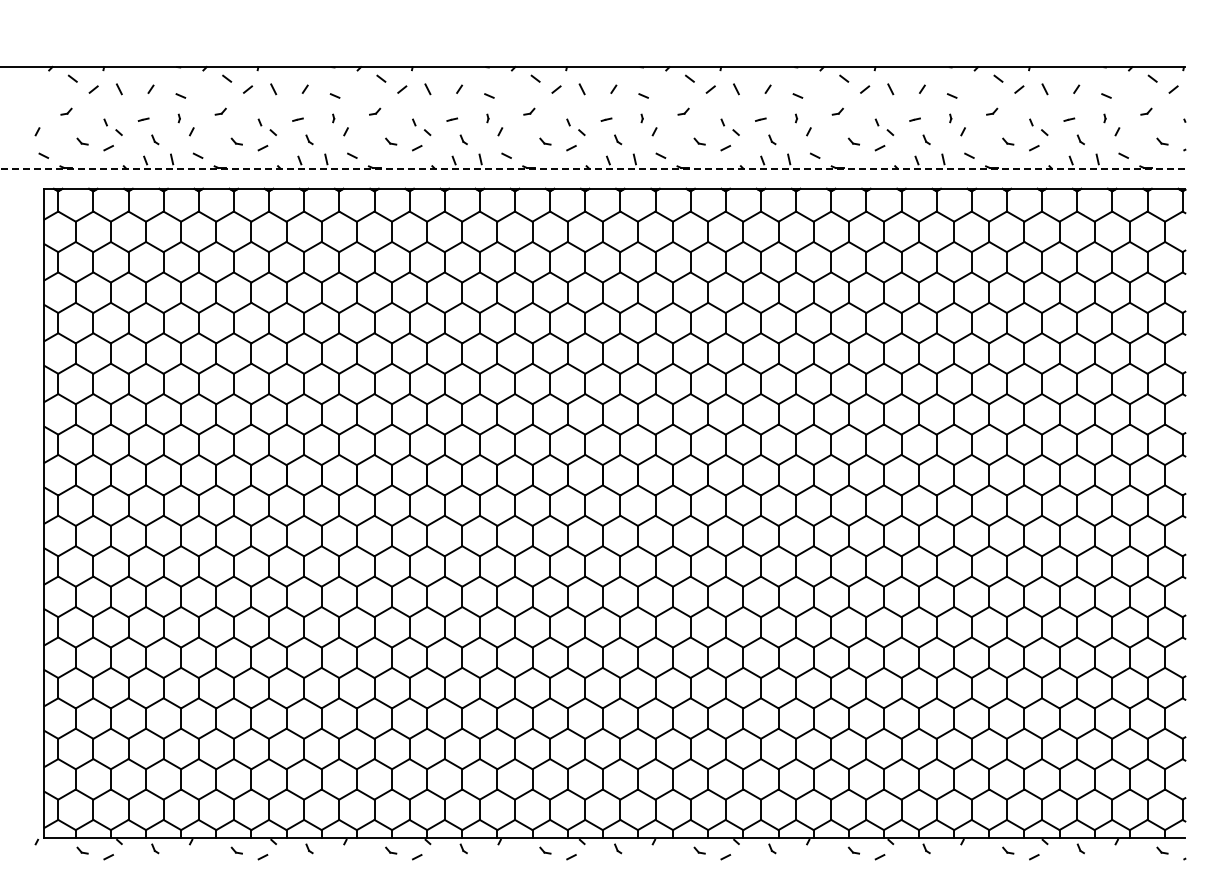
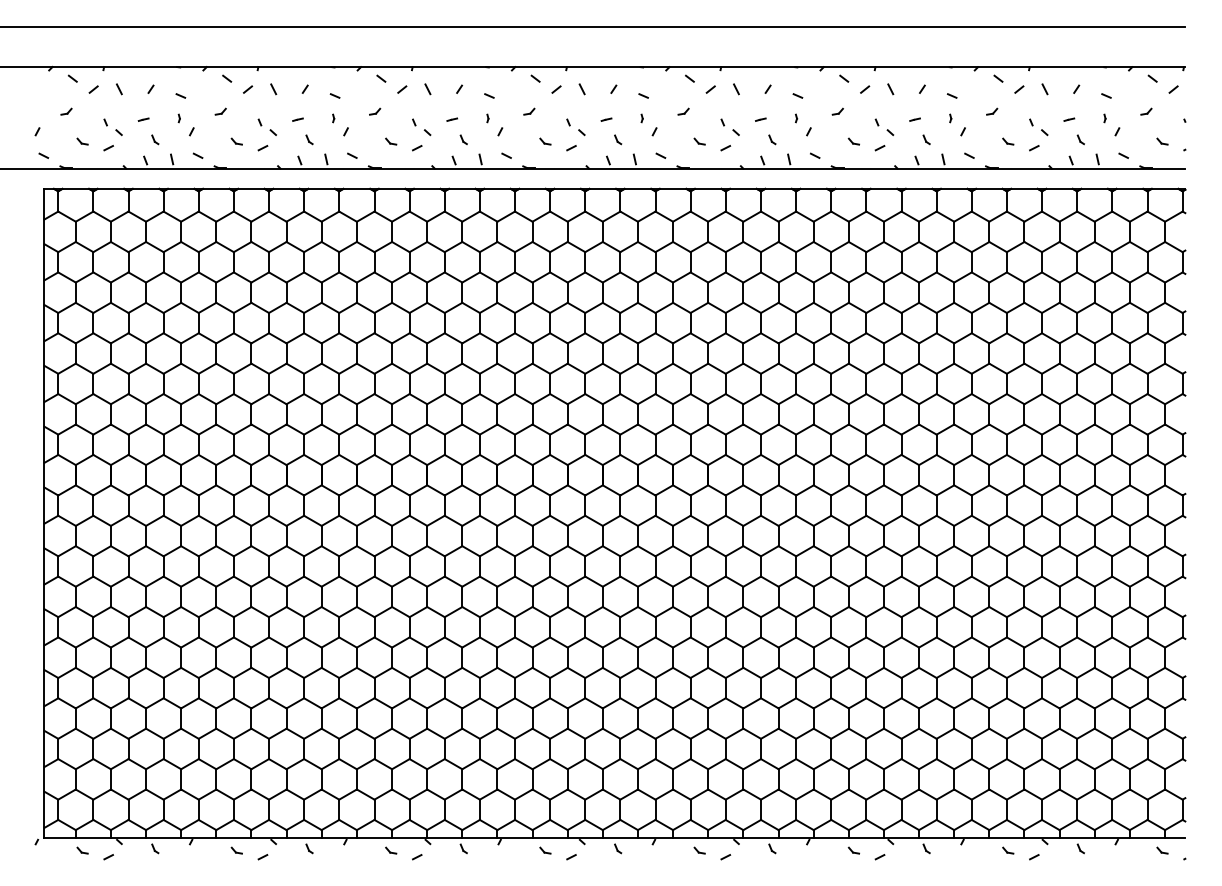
line at (593, 26): none -> present
line at (592, 168): dashed -> solid
